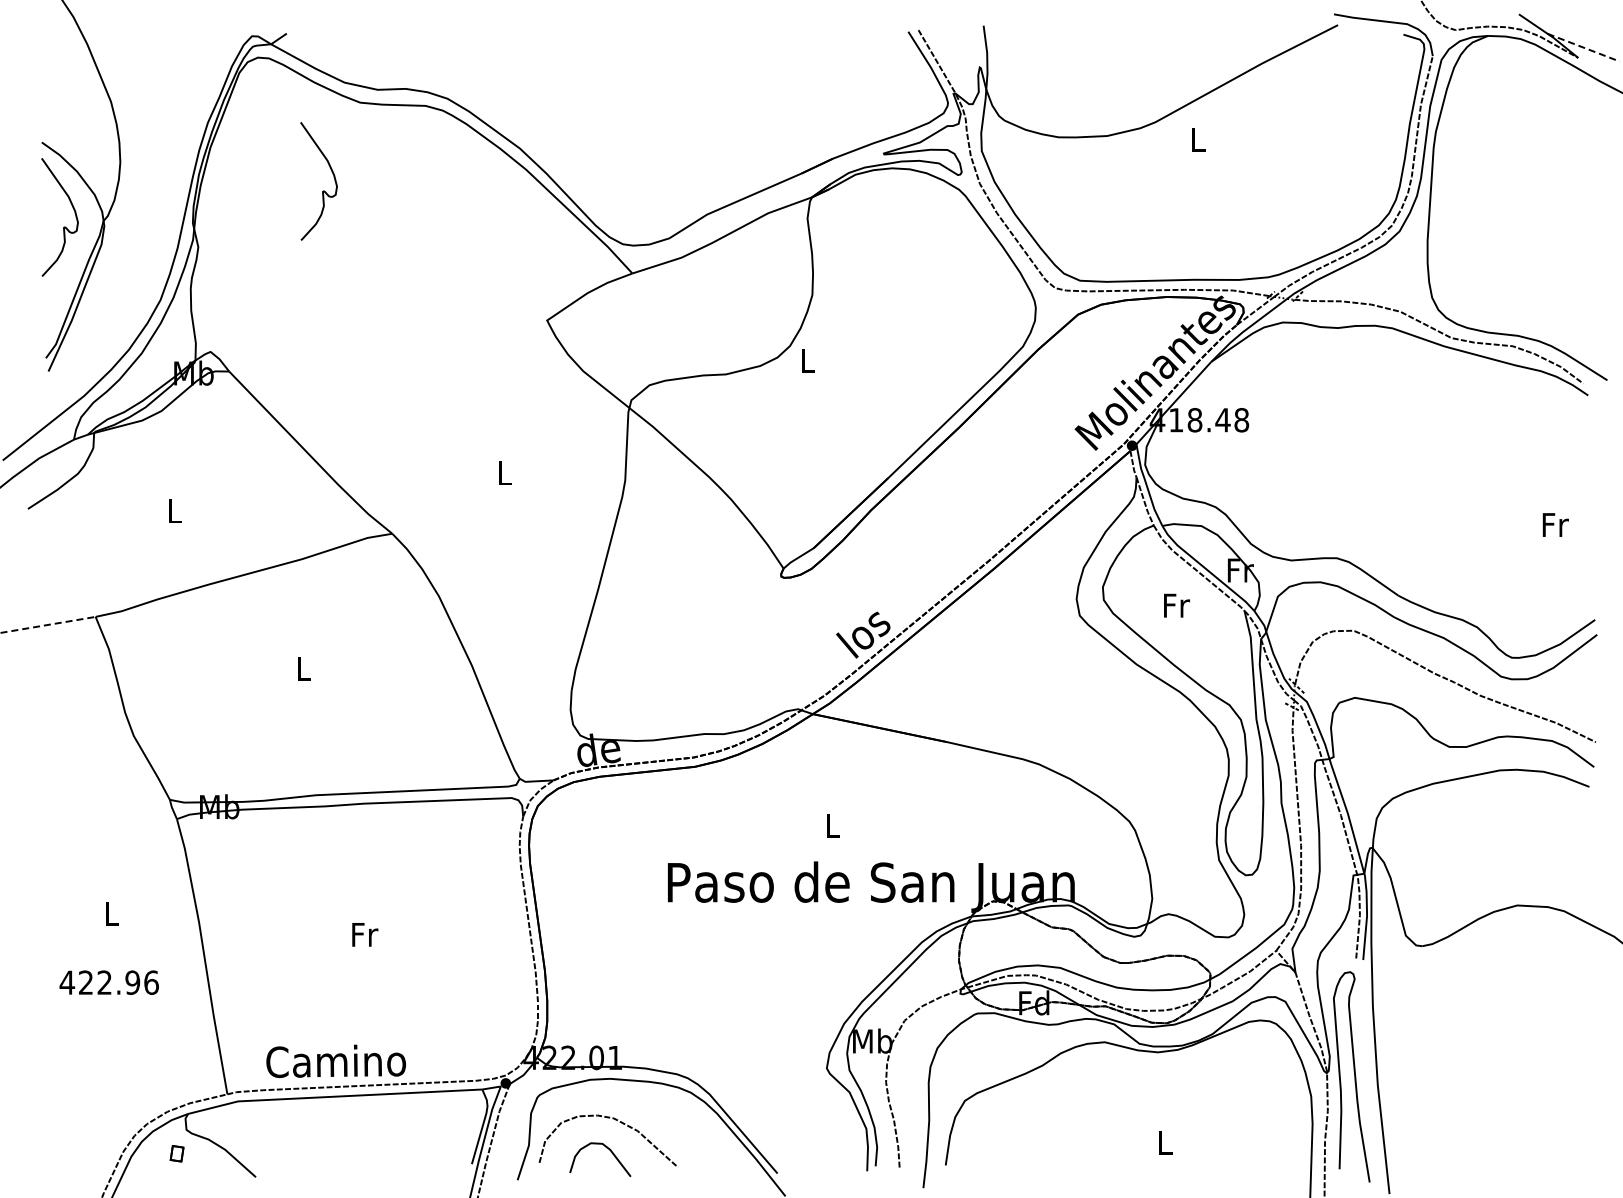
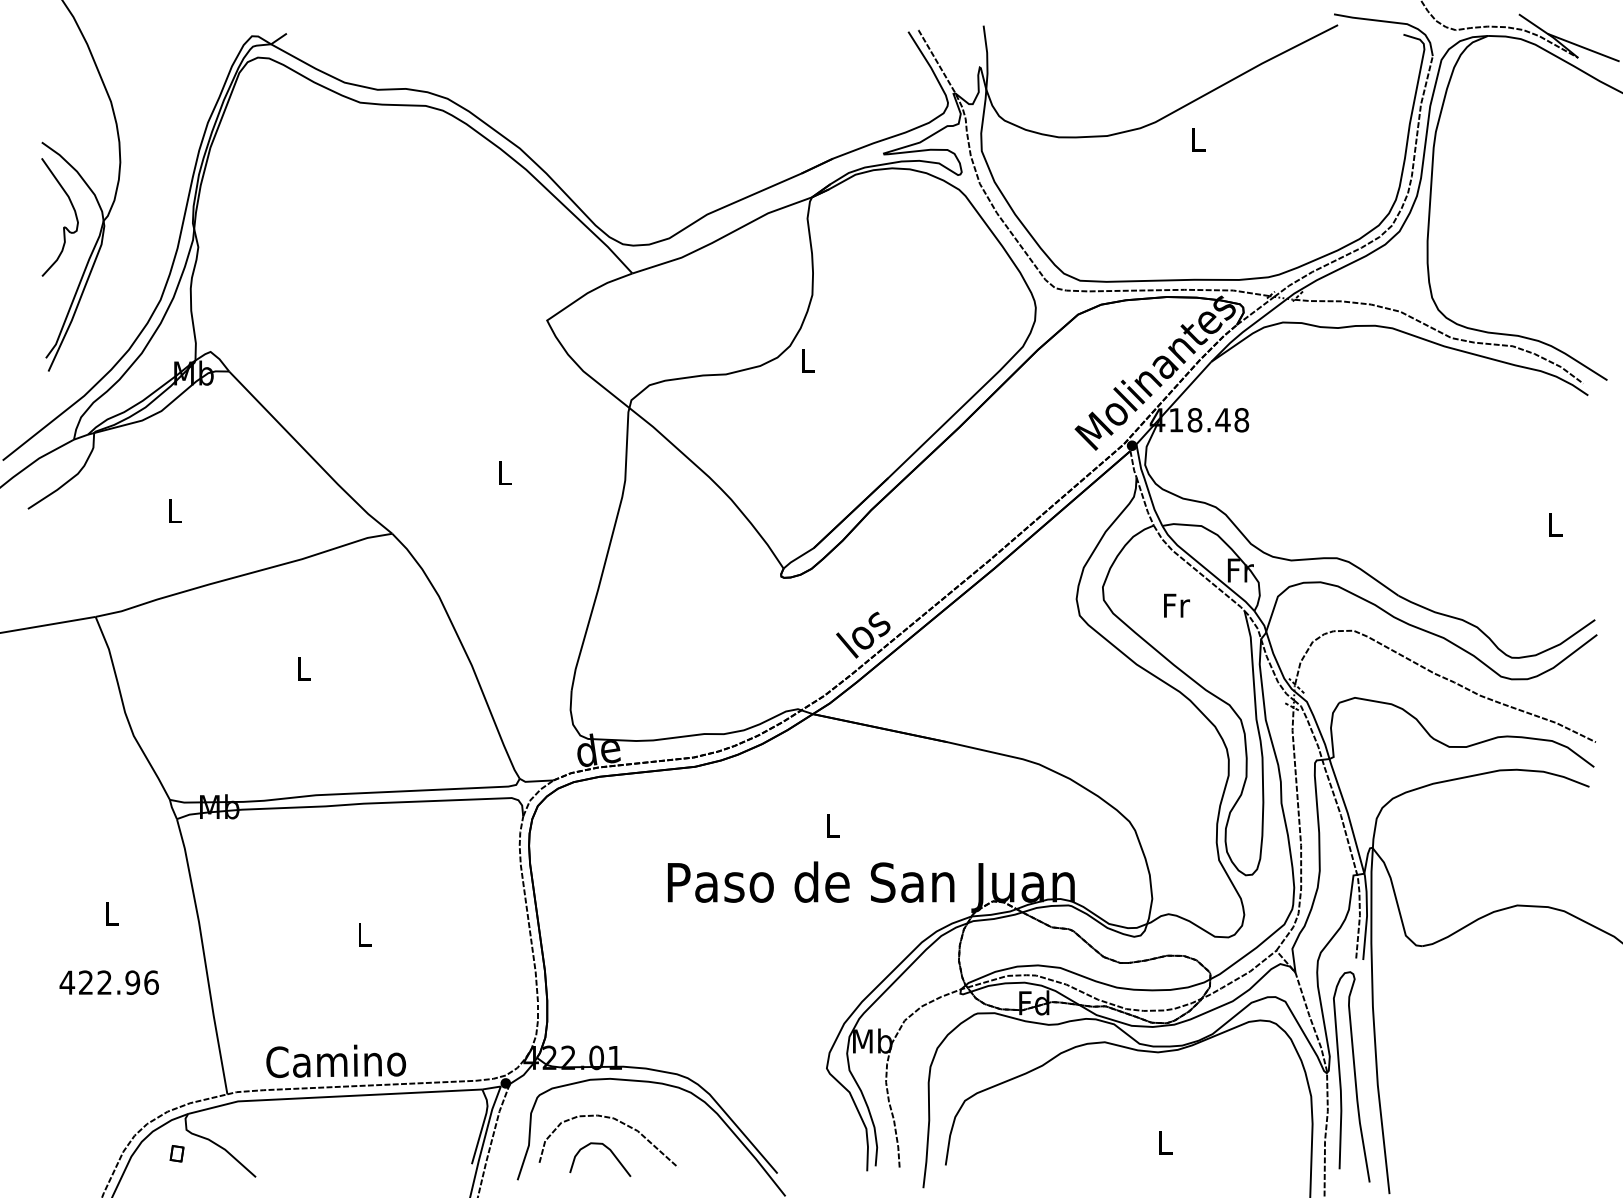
line at (1583, 47): dashed -> solid
curve at (323, 190): present -> none
text at (1555, 524): Fr -> L
line at (48, 624): dashed -> solid
text at (365, 934): Fr -> L
